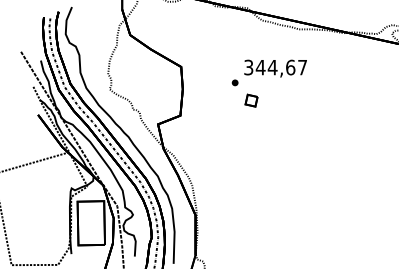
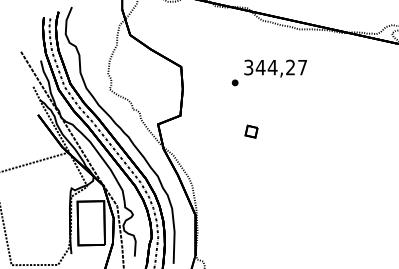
text at (290, 67): 344,67 -> 344,27
part at (251, 100) position: (251, 100) -> (251, 131)
